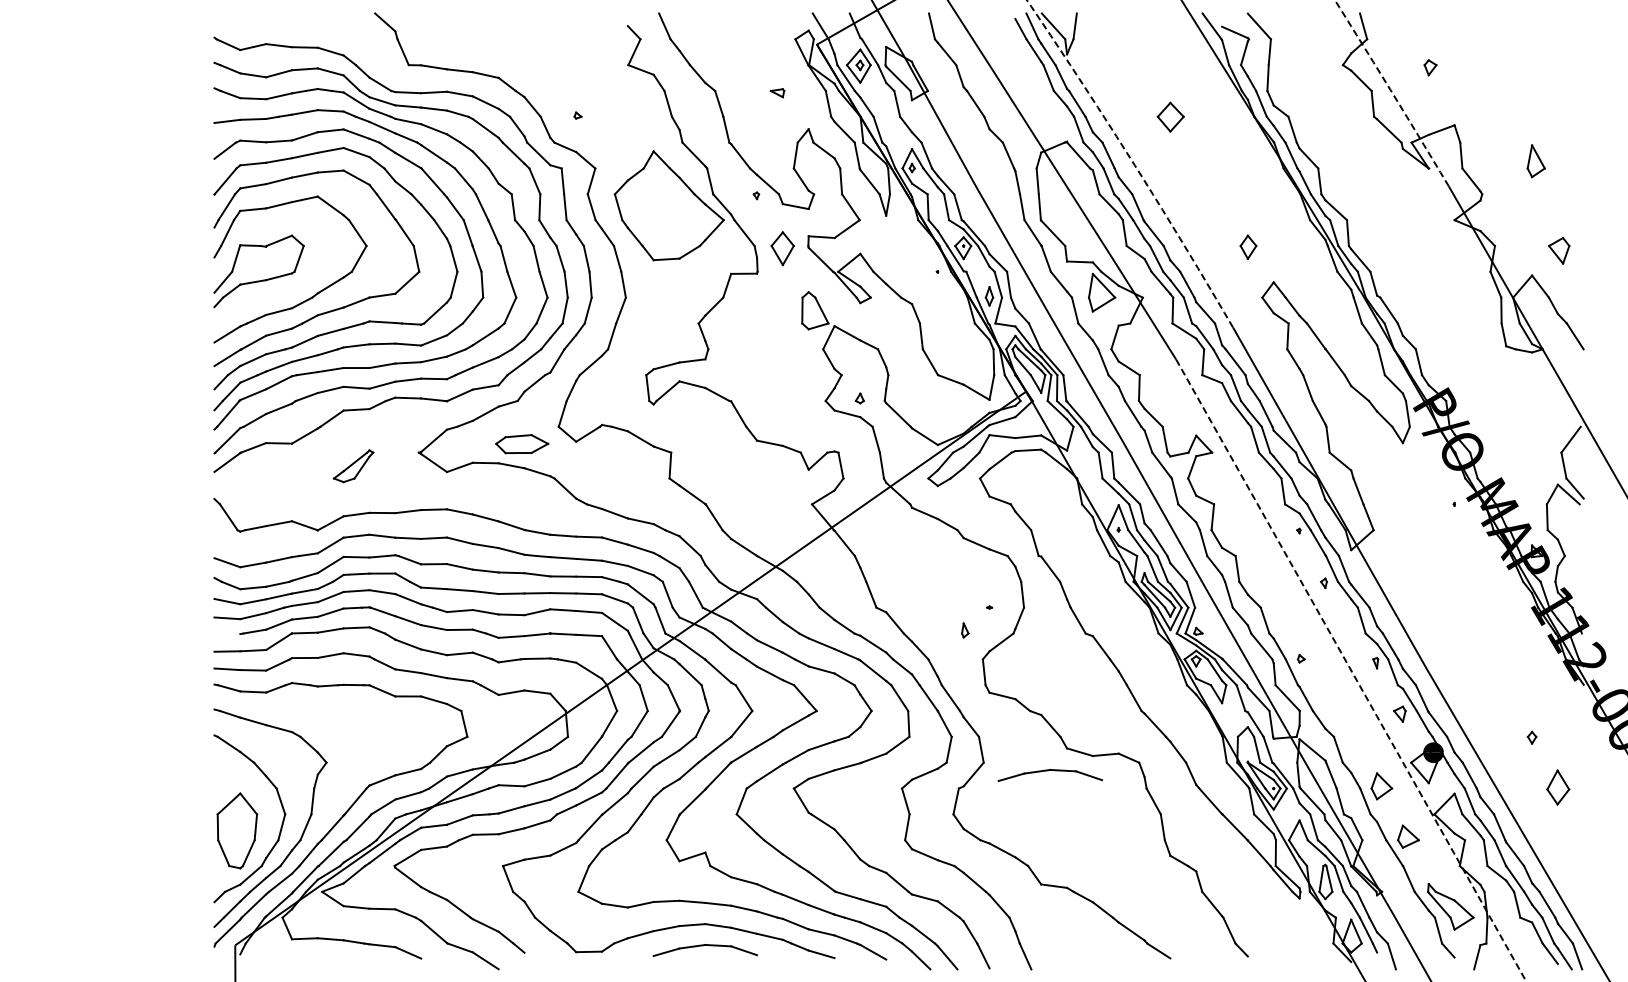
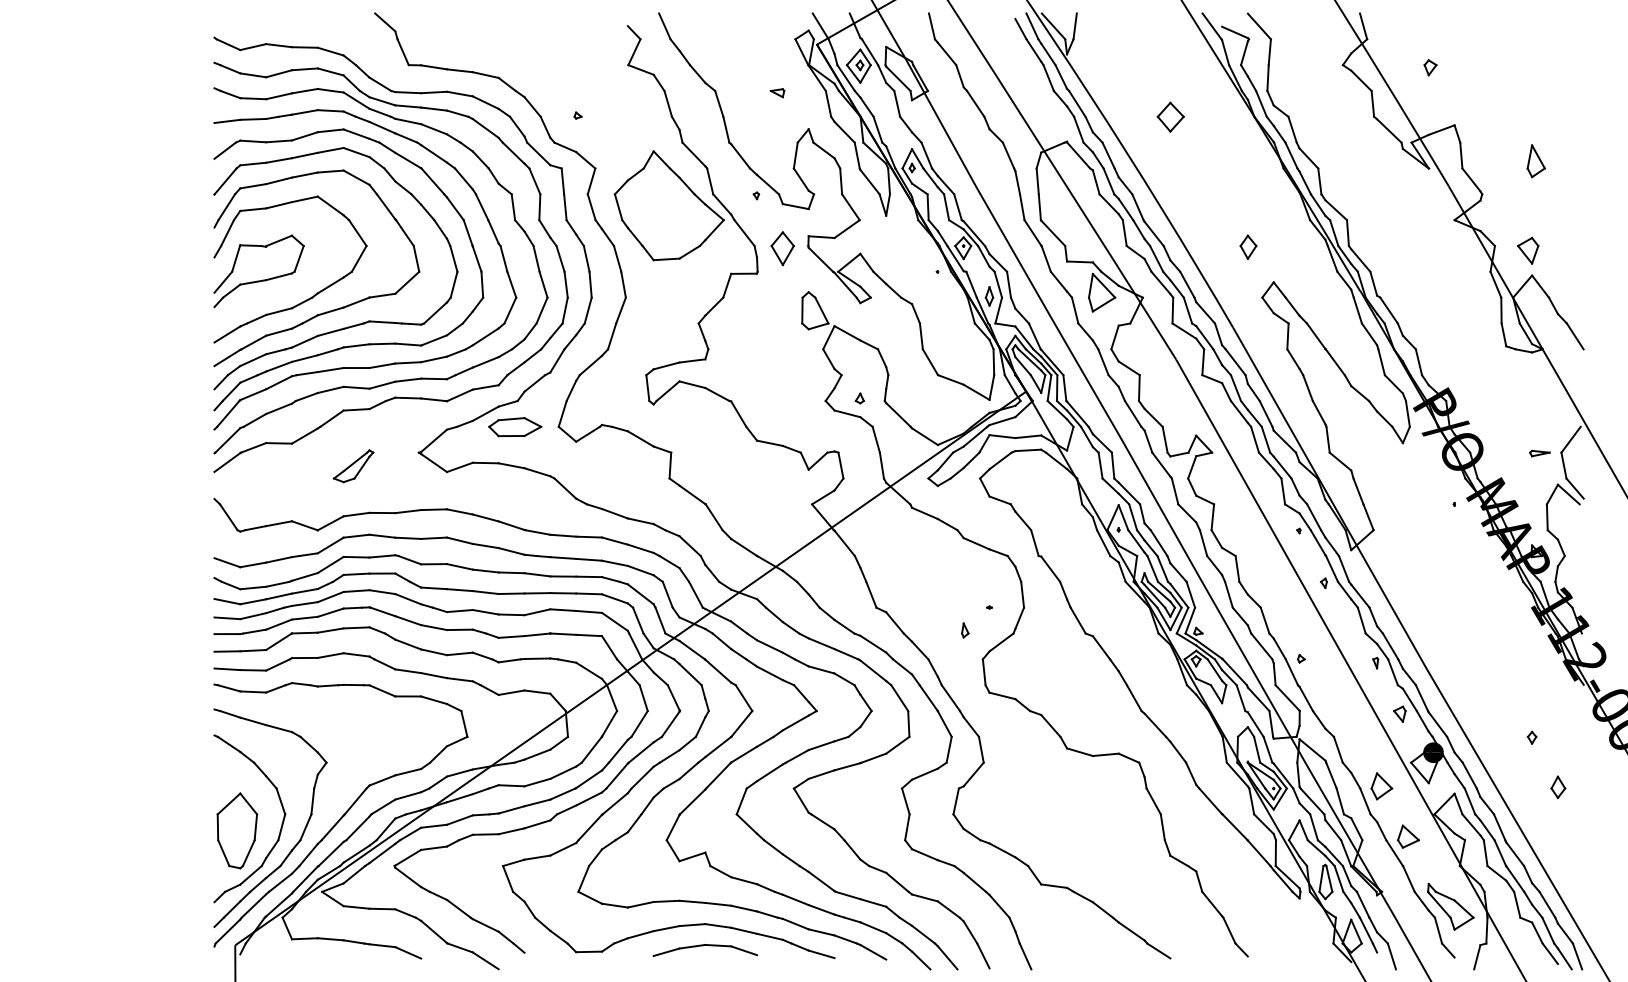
arc at (1392, 93): dashed -> solid
arc at (1132, 161): dashed -> solid
part at (1559, 250) position: (1559, 250) -> (1528, 250)
part at (522, 444) position: (522, 444) -> (515, 427)
part at (1539, 453): none -> present
line at (227, 634): none -> present
line at (1351, 670): dashed -> solid
part at (1049, 775): present -> none
part at (1558, 787) size: 25x37 px -> 17x24 px
